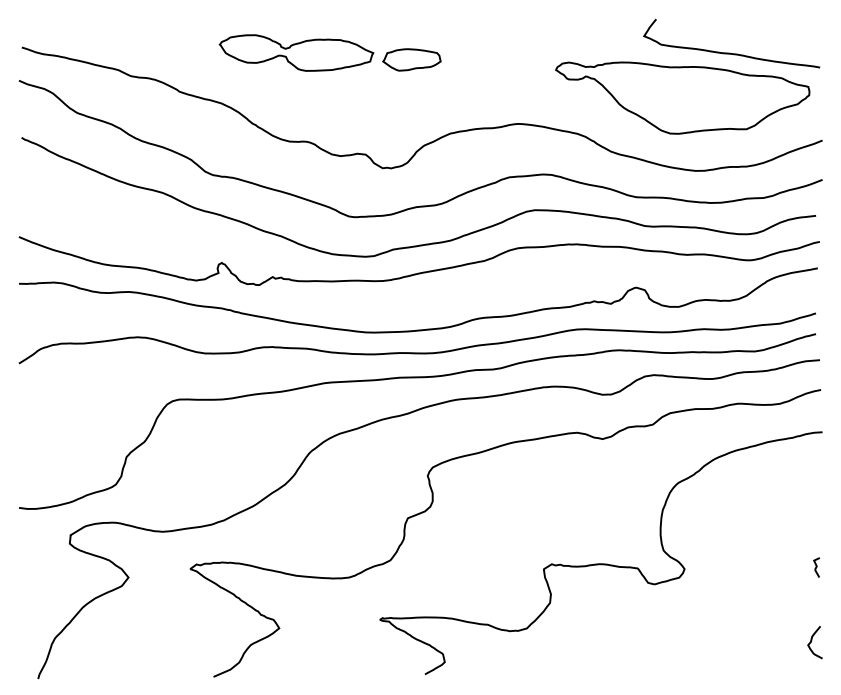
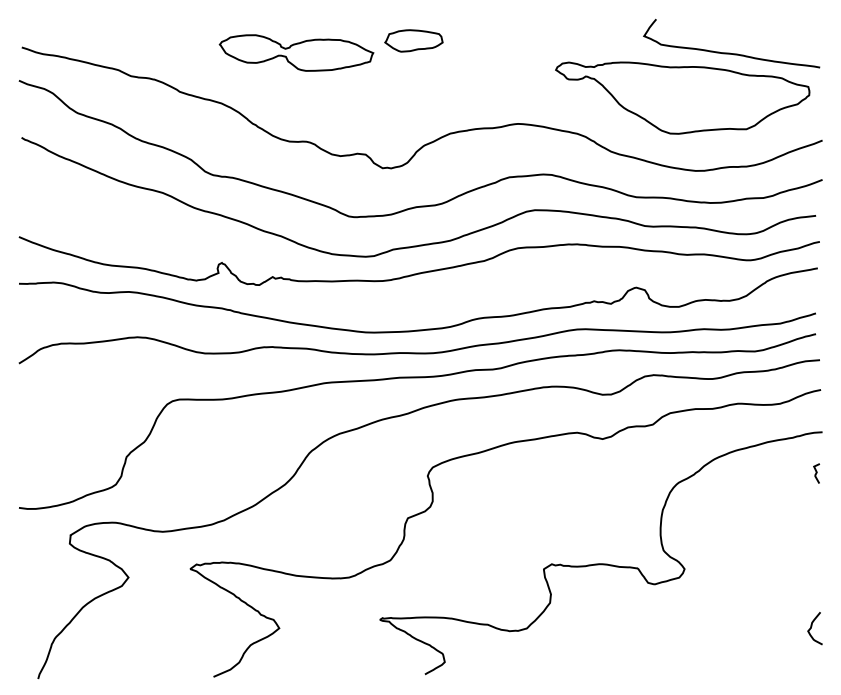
part at (411, 59) position: (411, 59) -> (413, 40)
curve at (816, 567) position: (816, 567) -> (816, 473)
curve at (812, 640) position: (812, 640) -> (812, 626)
